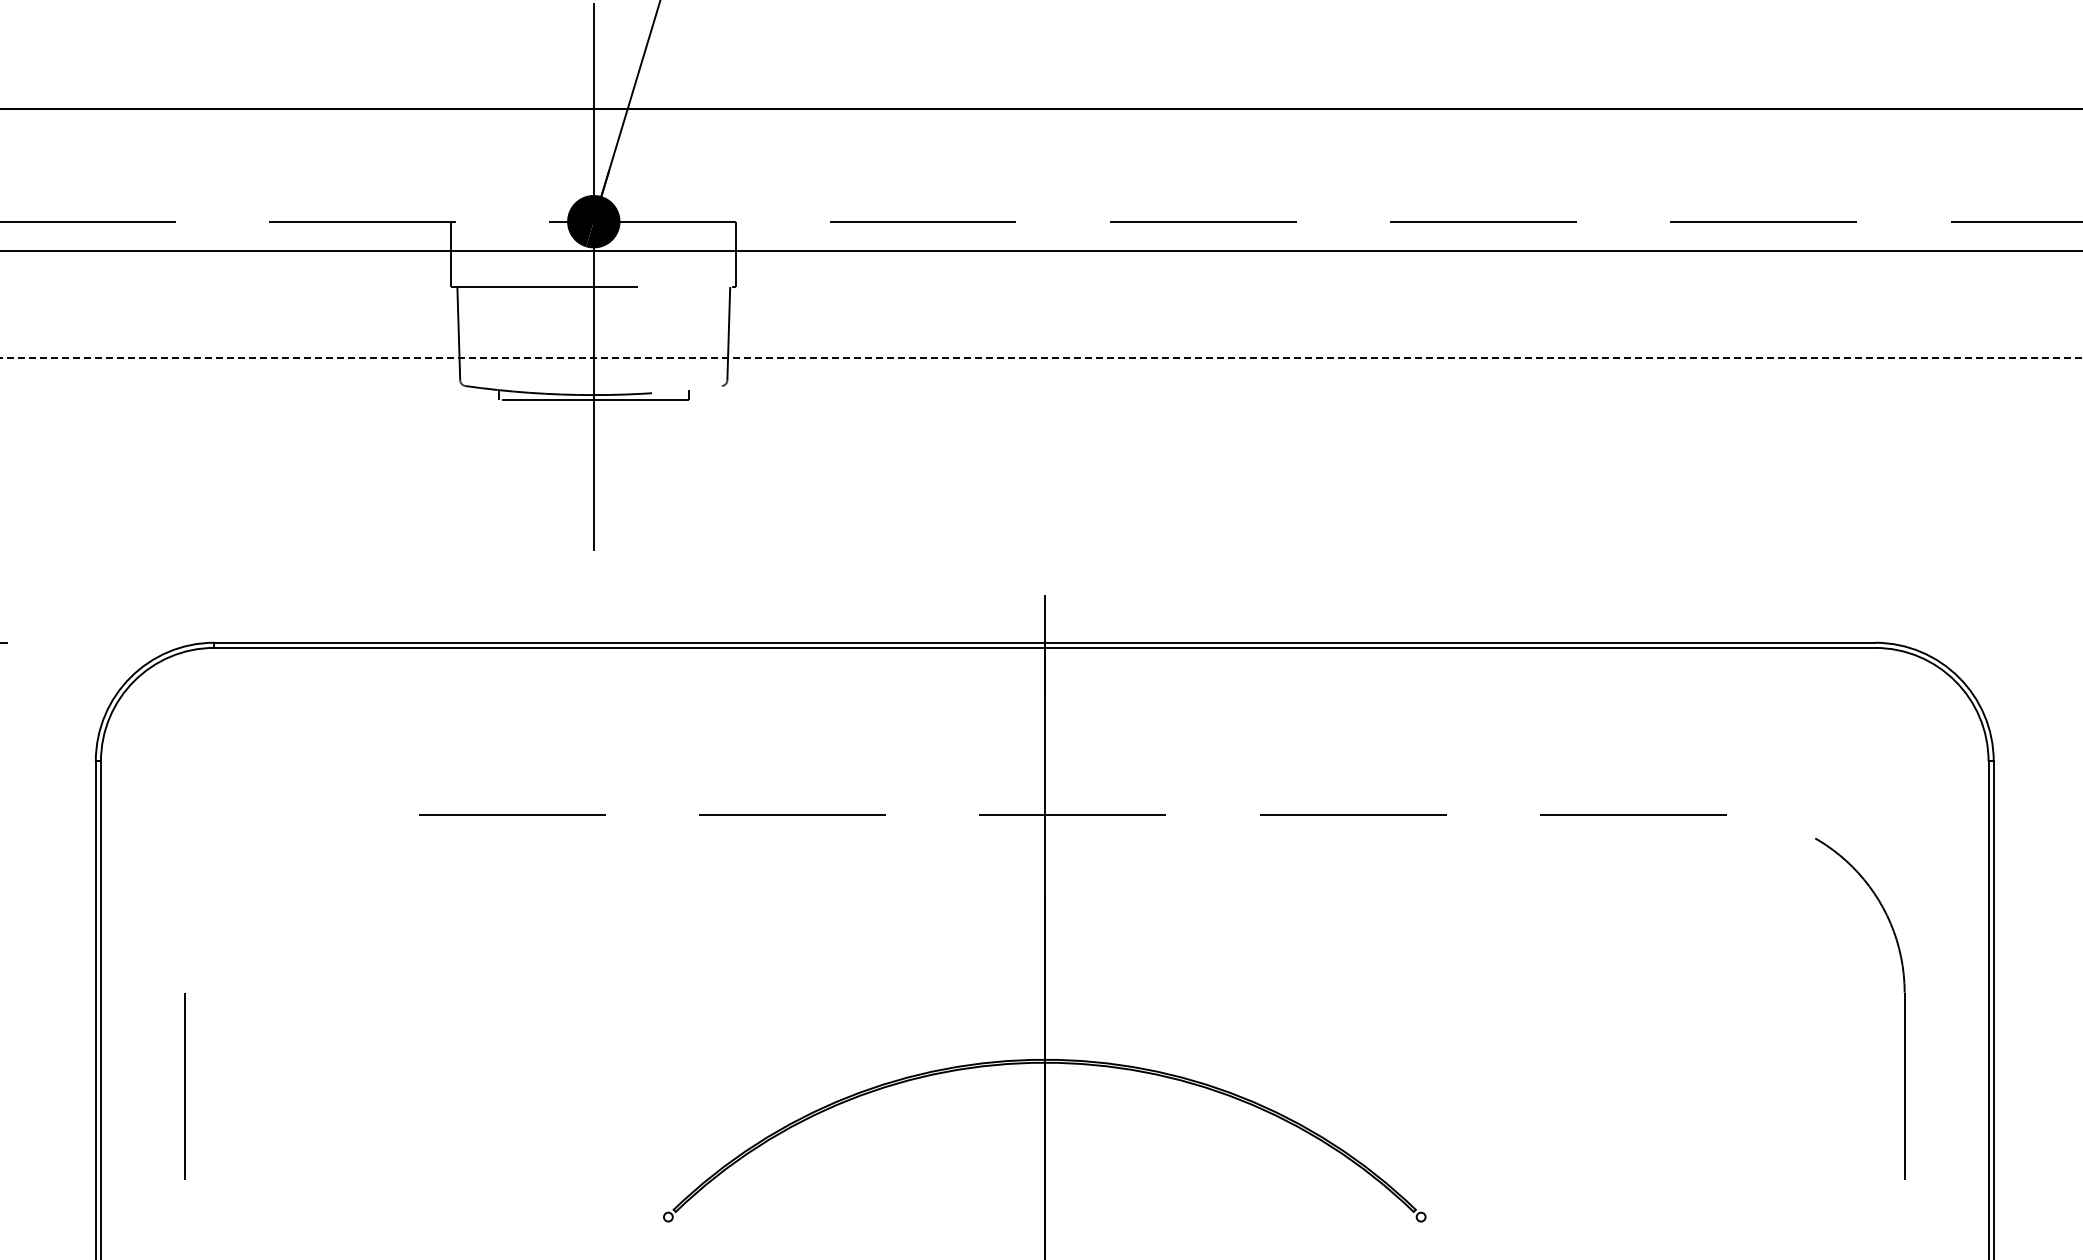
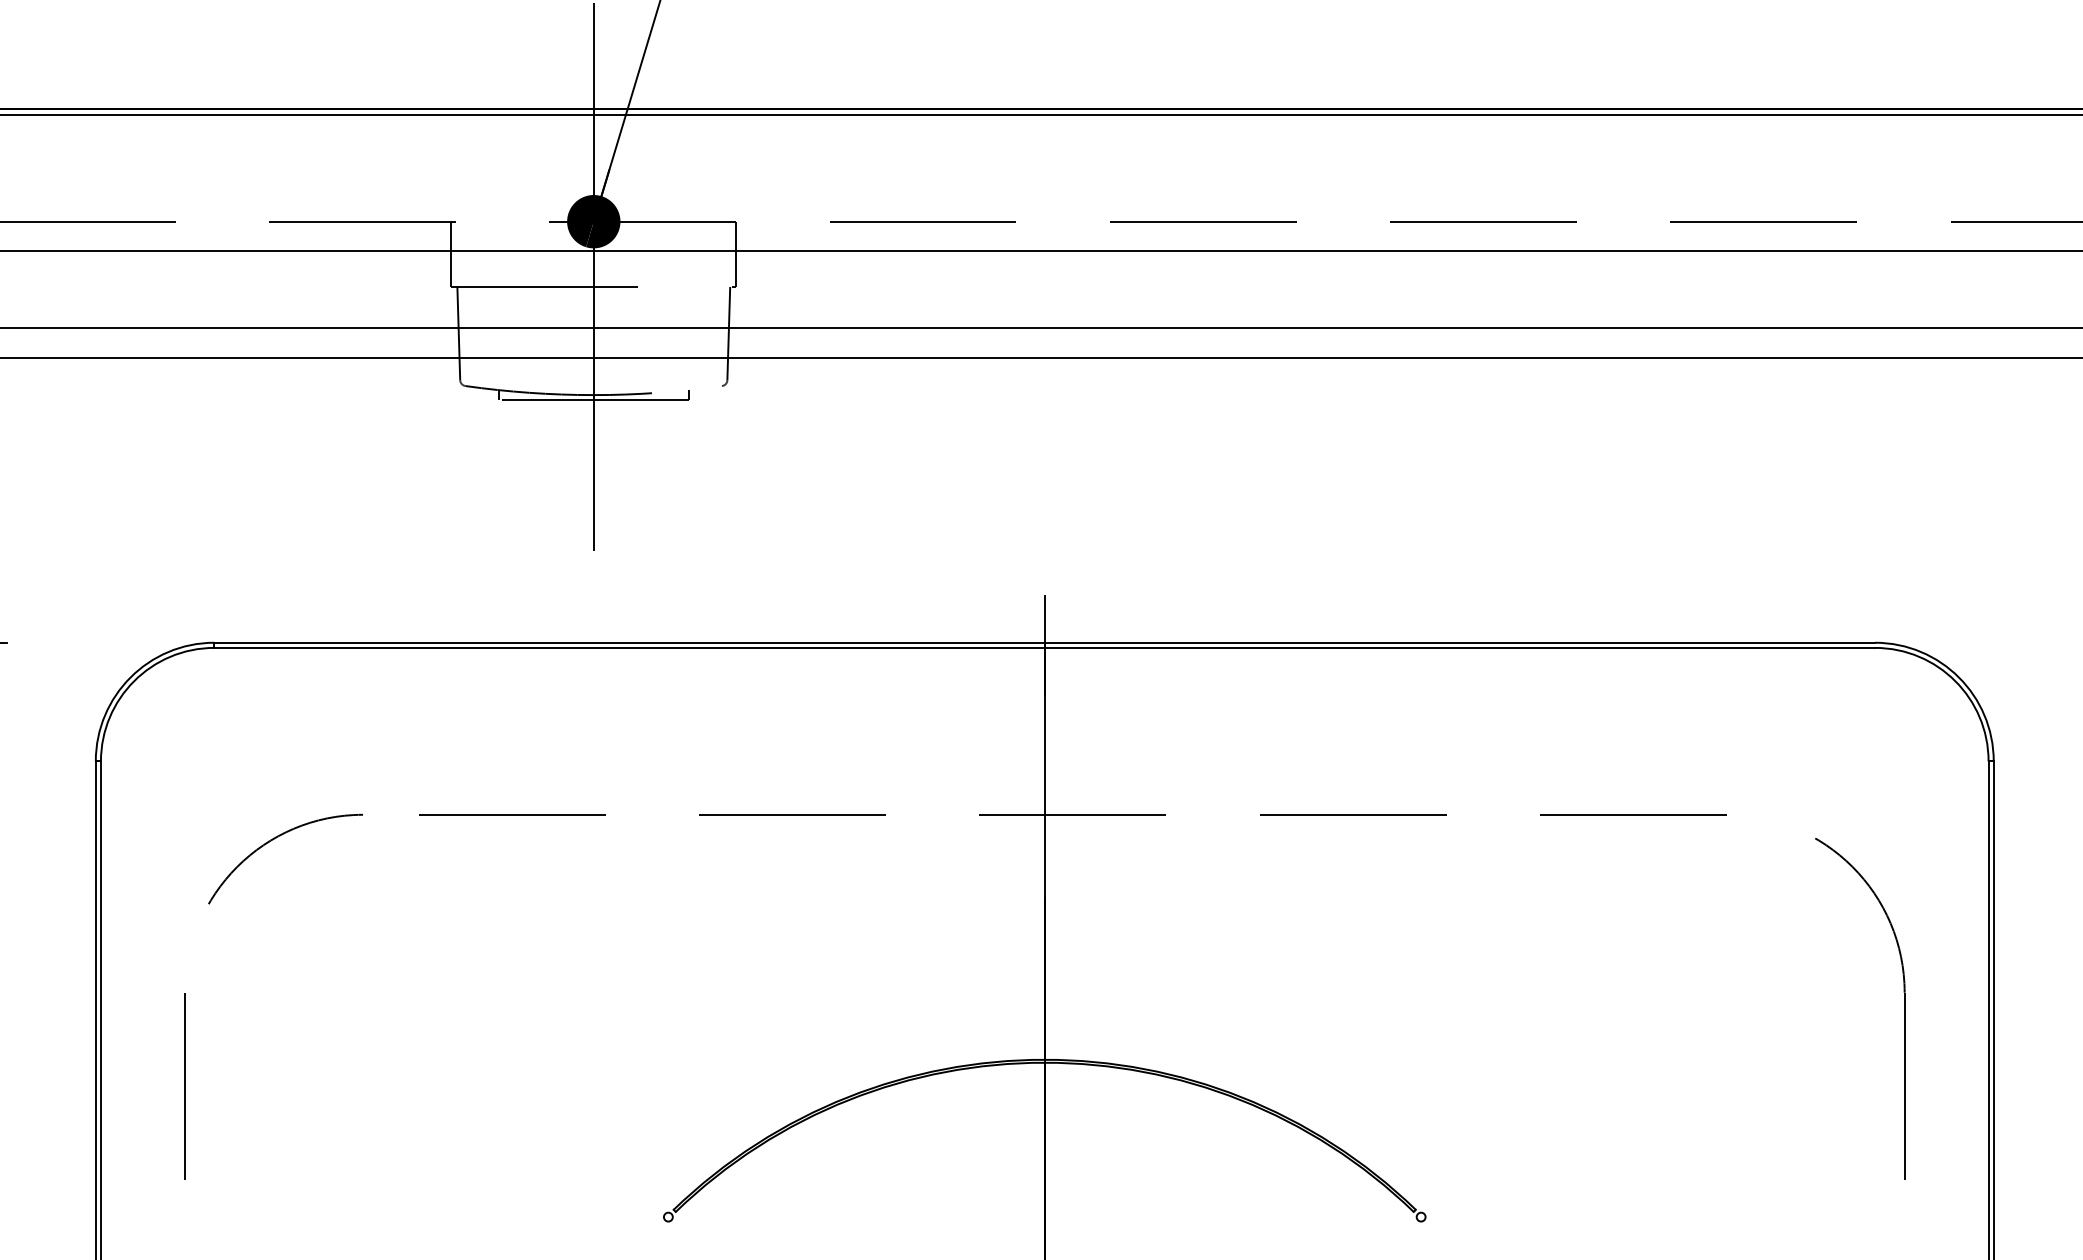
line at (1040, 114): none -> present
line at (1040, 328): none -> present
line at (1041, 358): dashed -> solid
arc at (273, 840): none -> present
